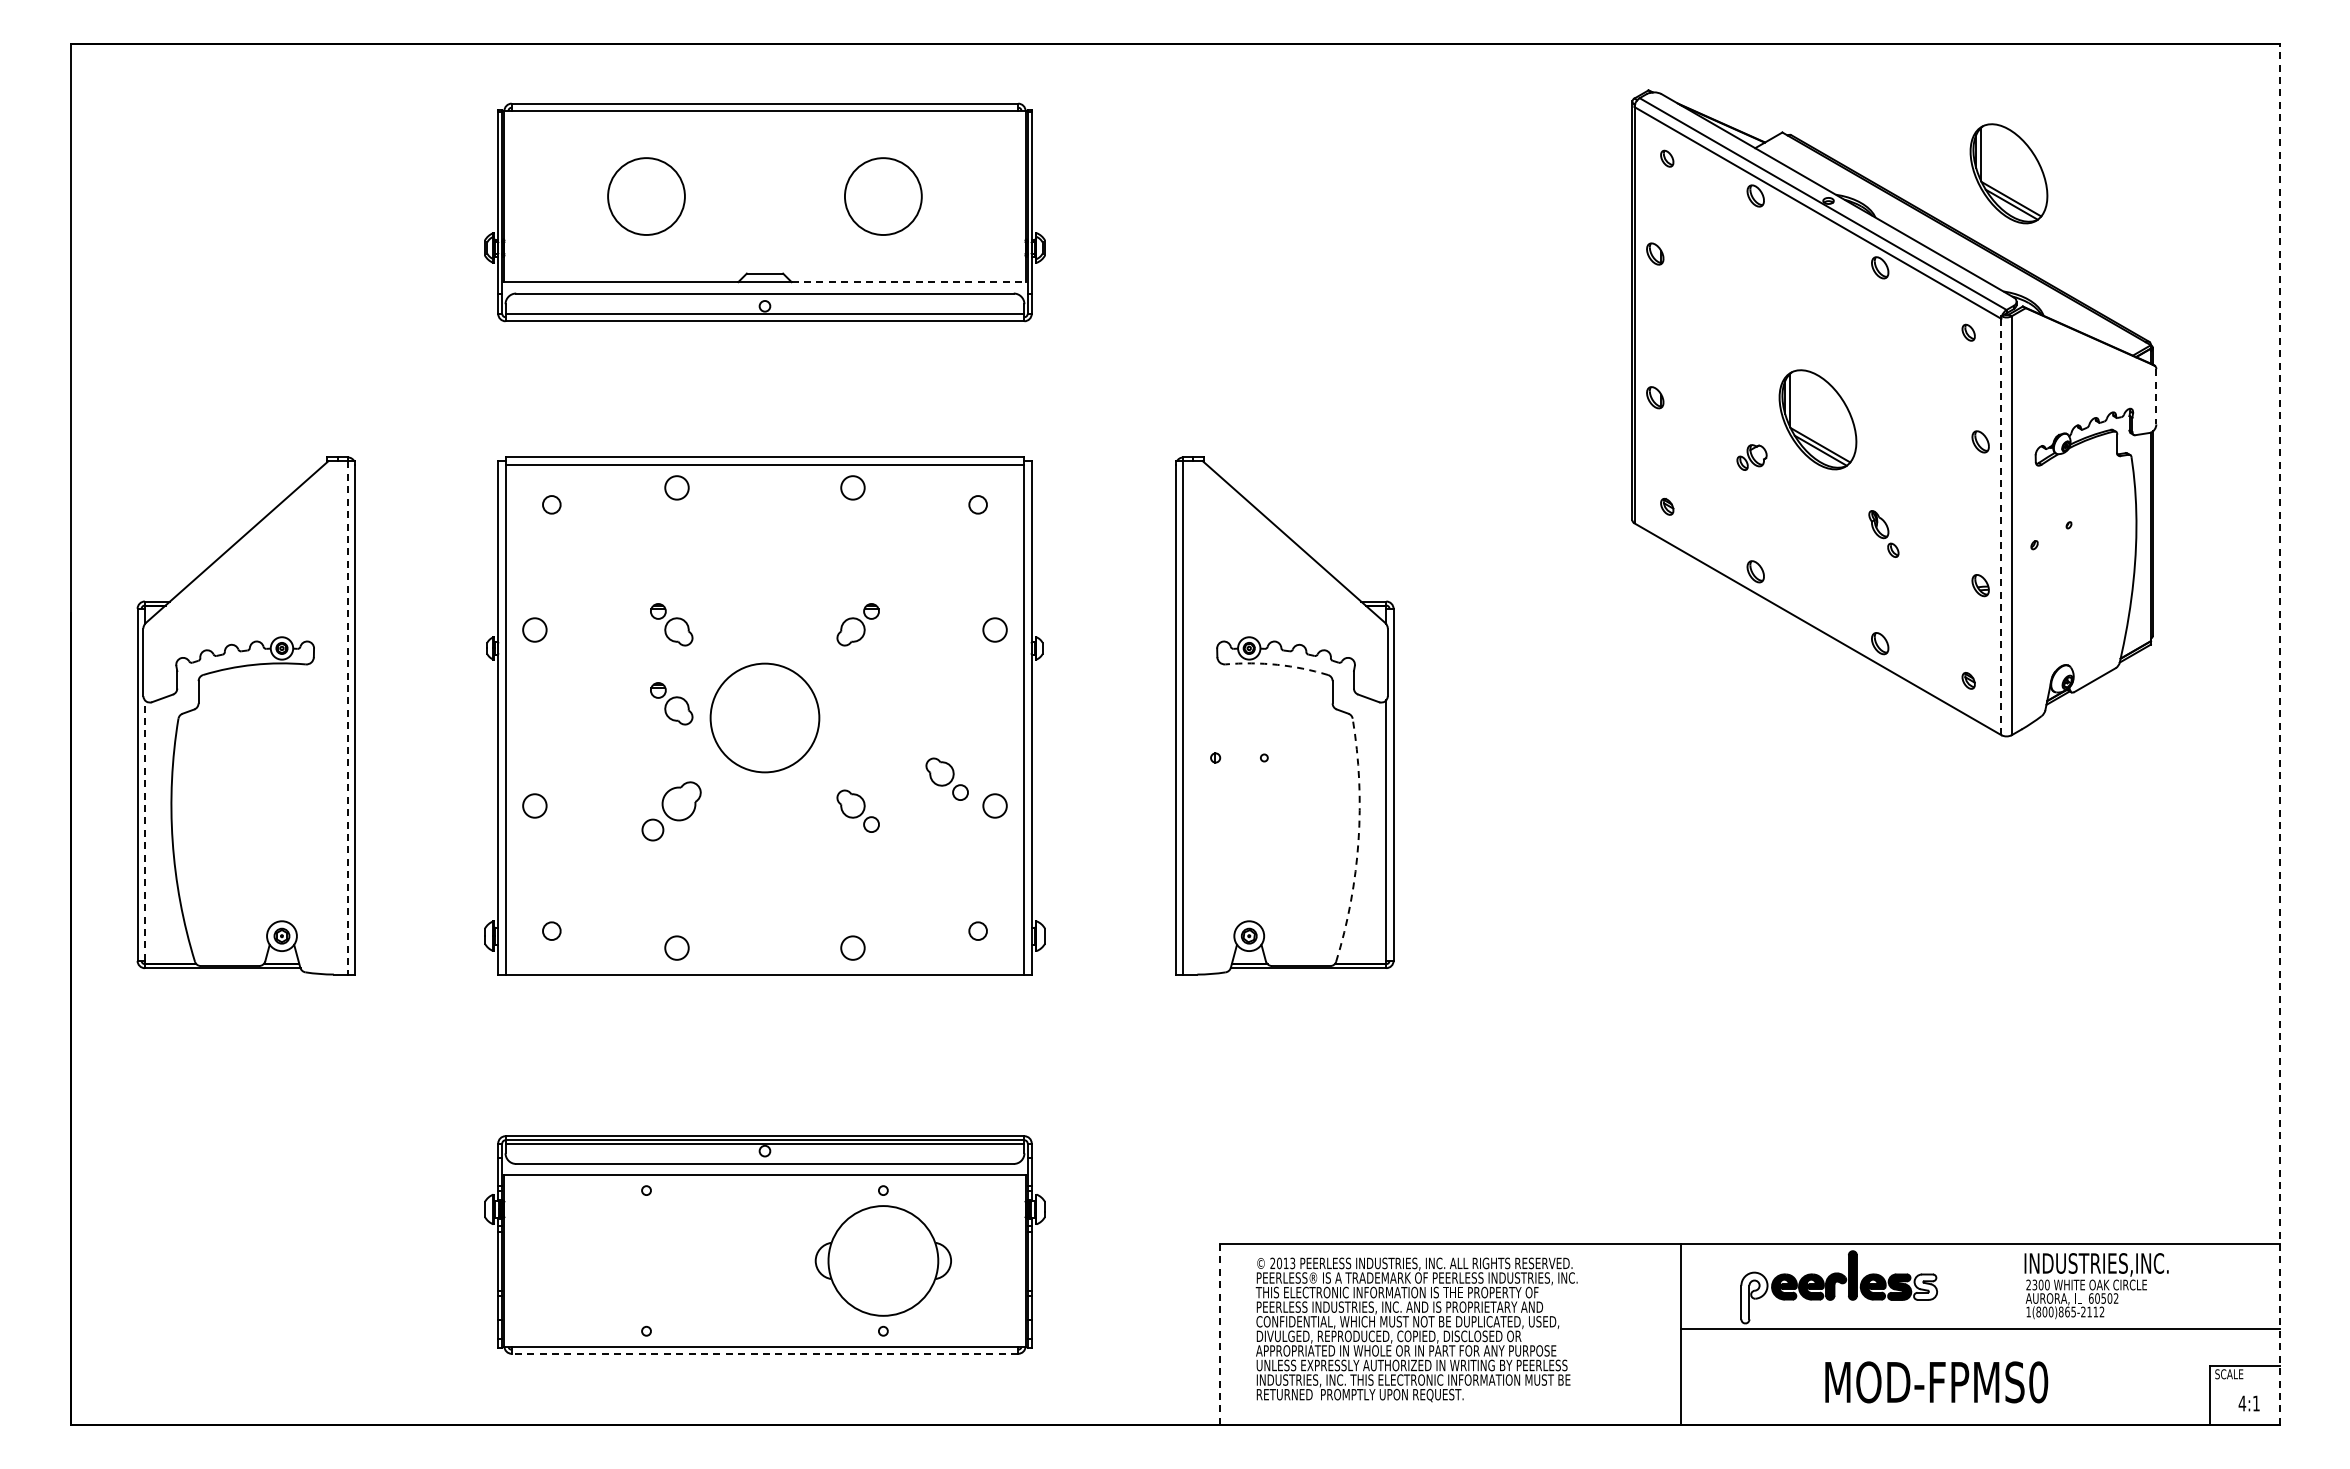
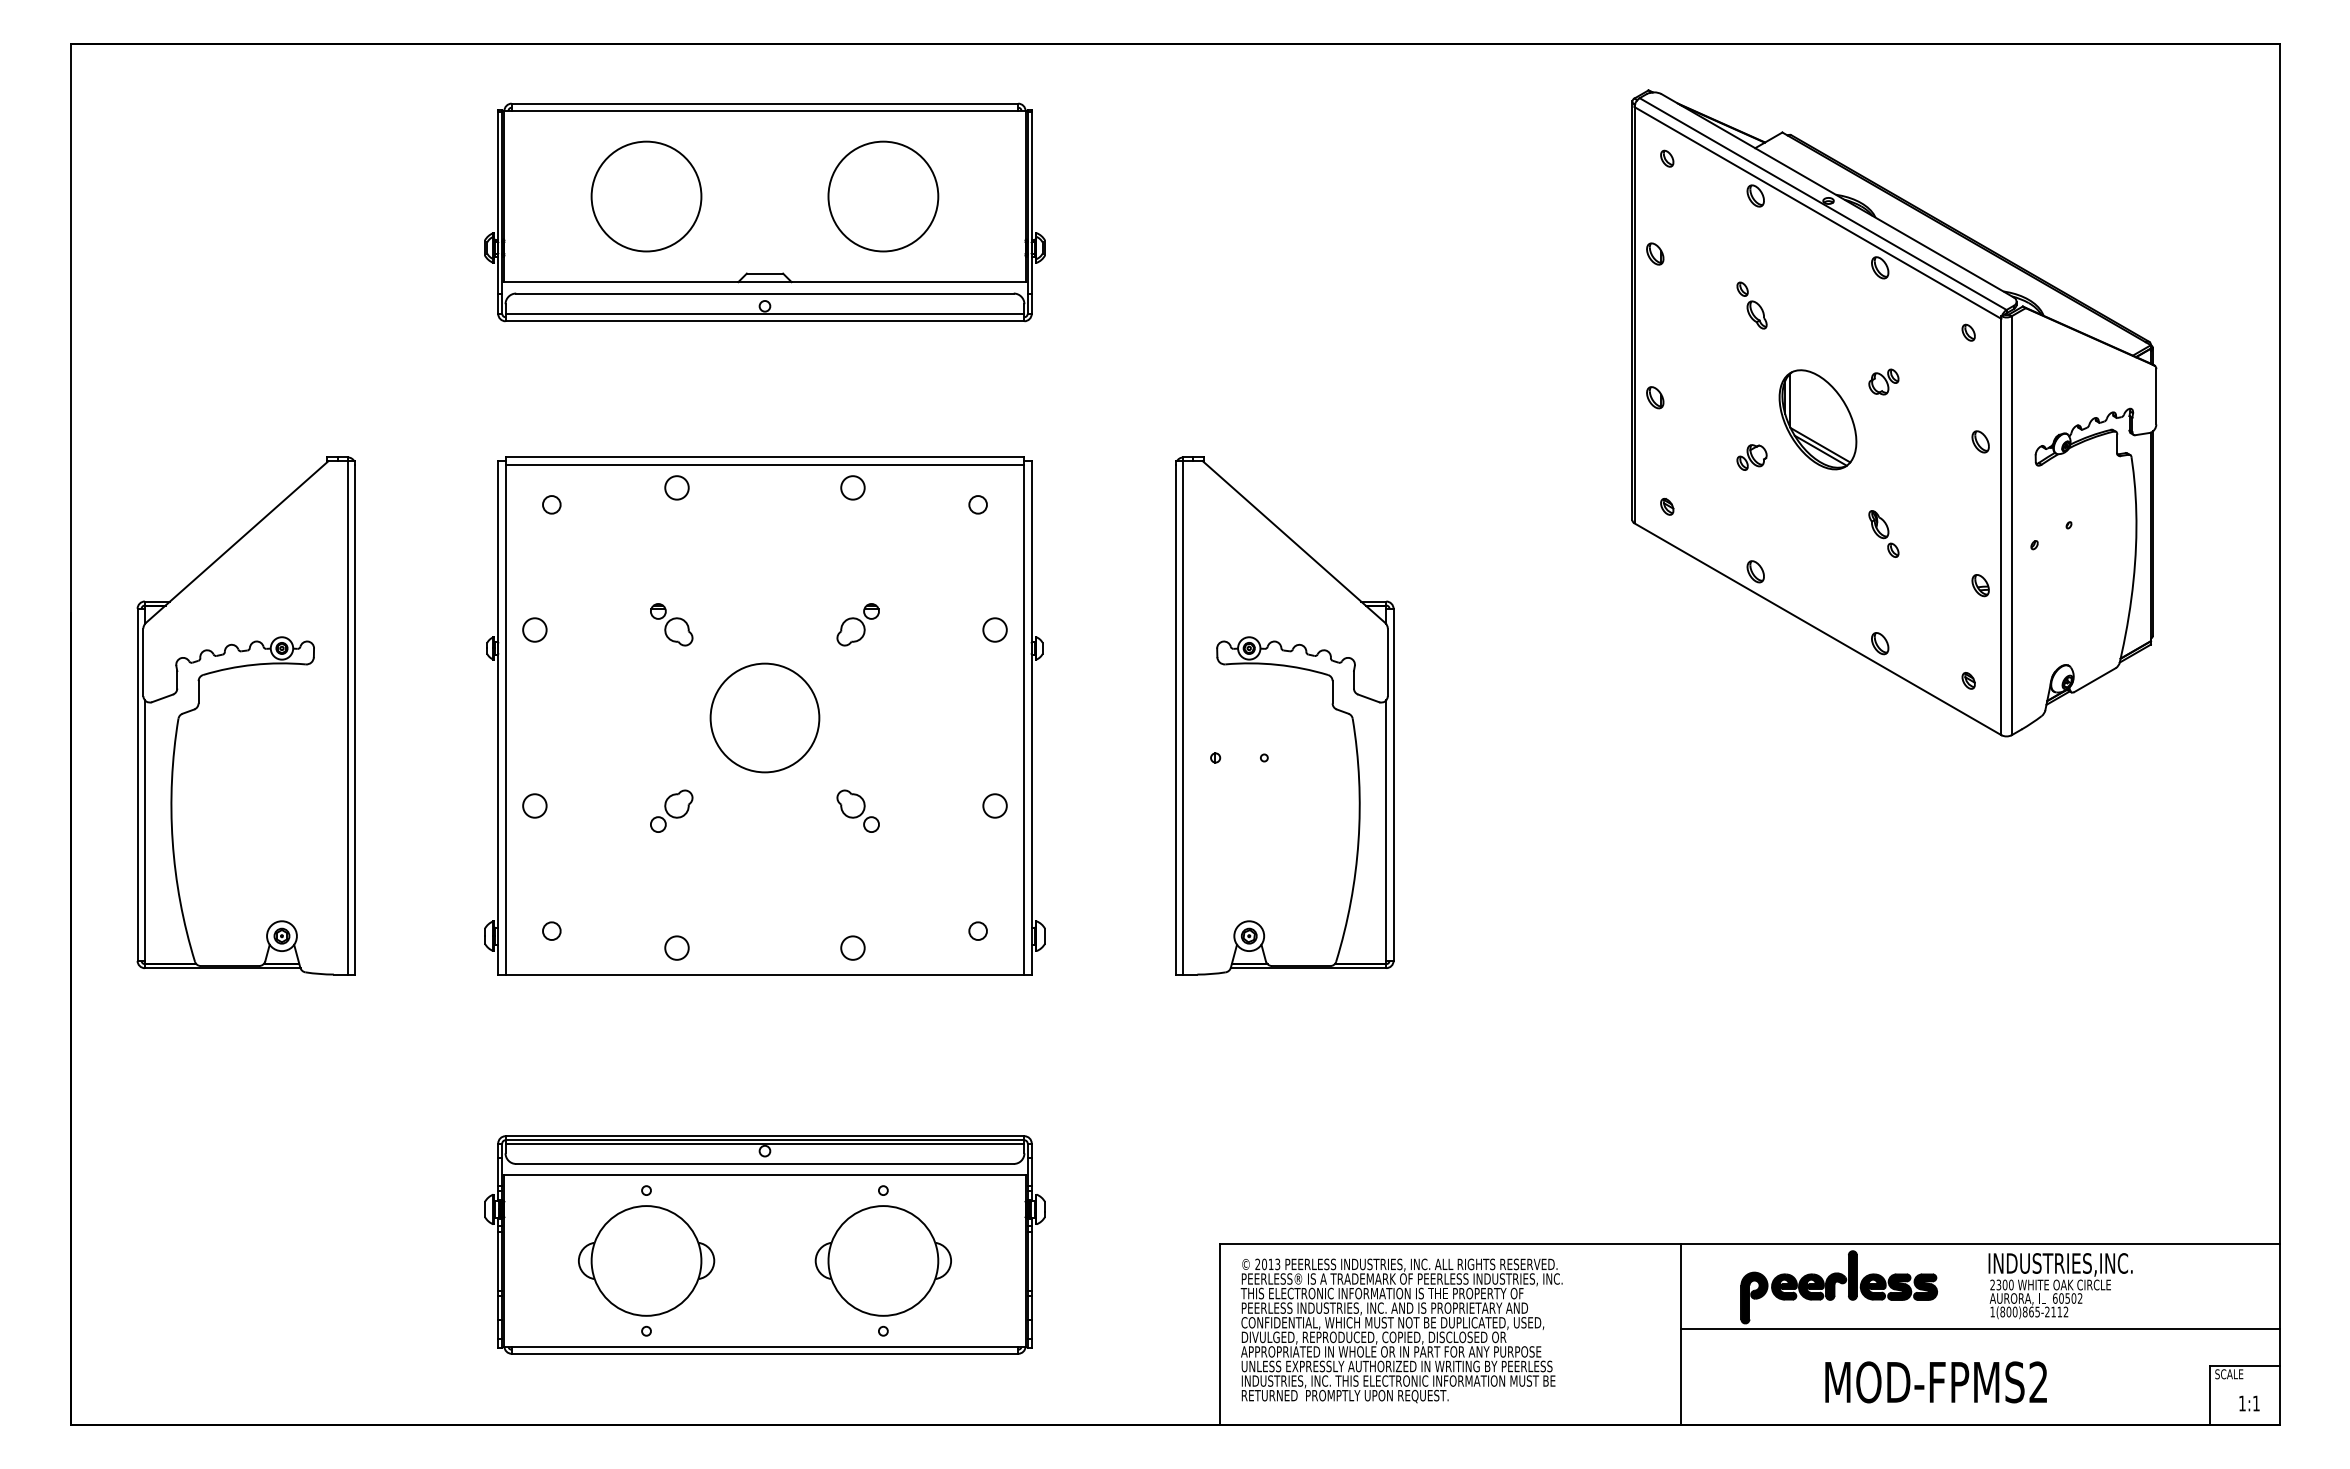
part at (2008, 173): present -> none
circle at (646, 196) size: 79x79 px -> 113x113 px
circle at (882, 196) diameter: 77 px -> 110 px
line at (908, 282): dashed -> solid
part at (1751, 305): none -> present
part at (1883, 381): none -> present
line at (2156, 396): dashed -> solid
line at (2001, 526): dashed -> solid
arc at (1277, 664): dashed -> solid
part at (671, 703): present -> none
line at (347, 718): dashed -> solid
line at (2279, 734): dashed -> solid
part at (946, 778): present -> none
part at (671, 811) size: 61x61 px -> 44x44 px
line at (144, 830): dashed -> solid
arc at (1358, 841): dashed -> solid
part at (646, 1260): none -> present
fill at (1925, 1286): none -> present
text at (2096, 1286) position: (2096, 1286) -> (2060, 1286)
fill at (1754, 1297): none -> present
text at (1416, 1329) position: (1416, 1329) -> (1401, 1330)
line at (1219, 1333): dashed -> solid
line at (764, 1353): dashed -> solid
text at (2038, 1382): MOD-FPMS0 -> MOD-FPMS2
text at (2242, 1403): 4:1 -> 1:1
